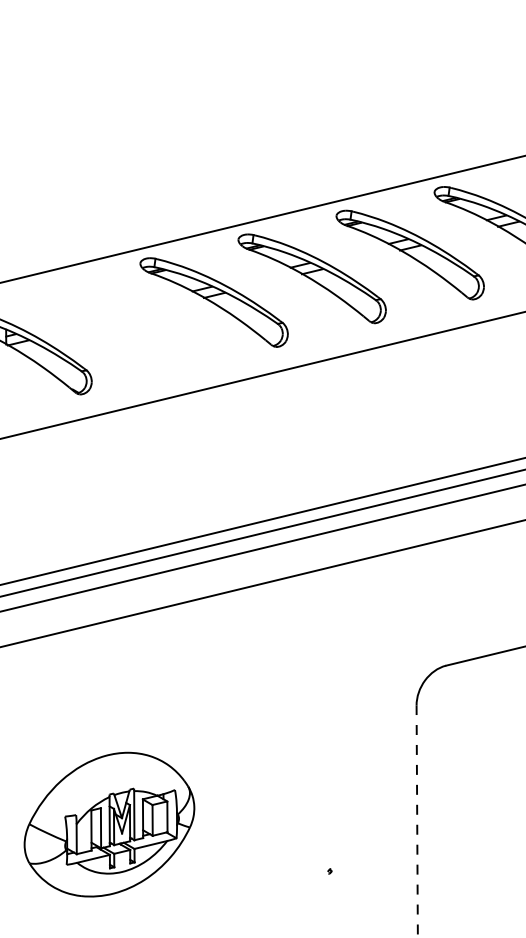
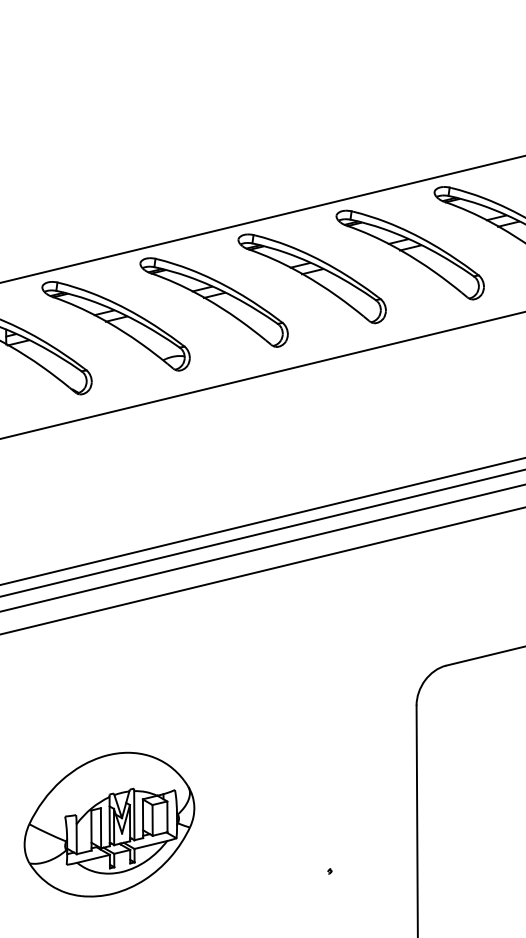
part at (115, 326): none -> present
line at (262, 583) position: (262, 583) -> (262, 570)
line at (417, 821): dashed -> solid
